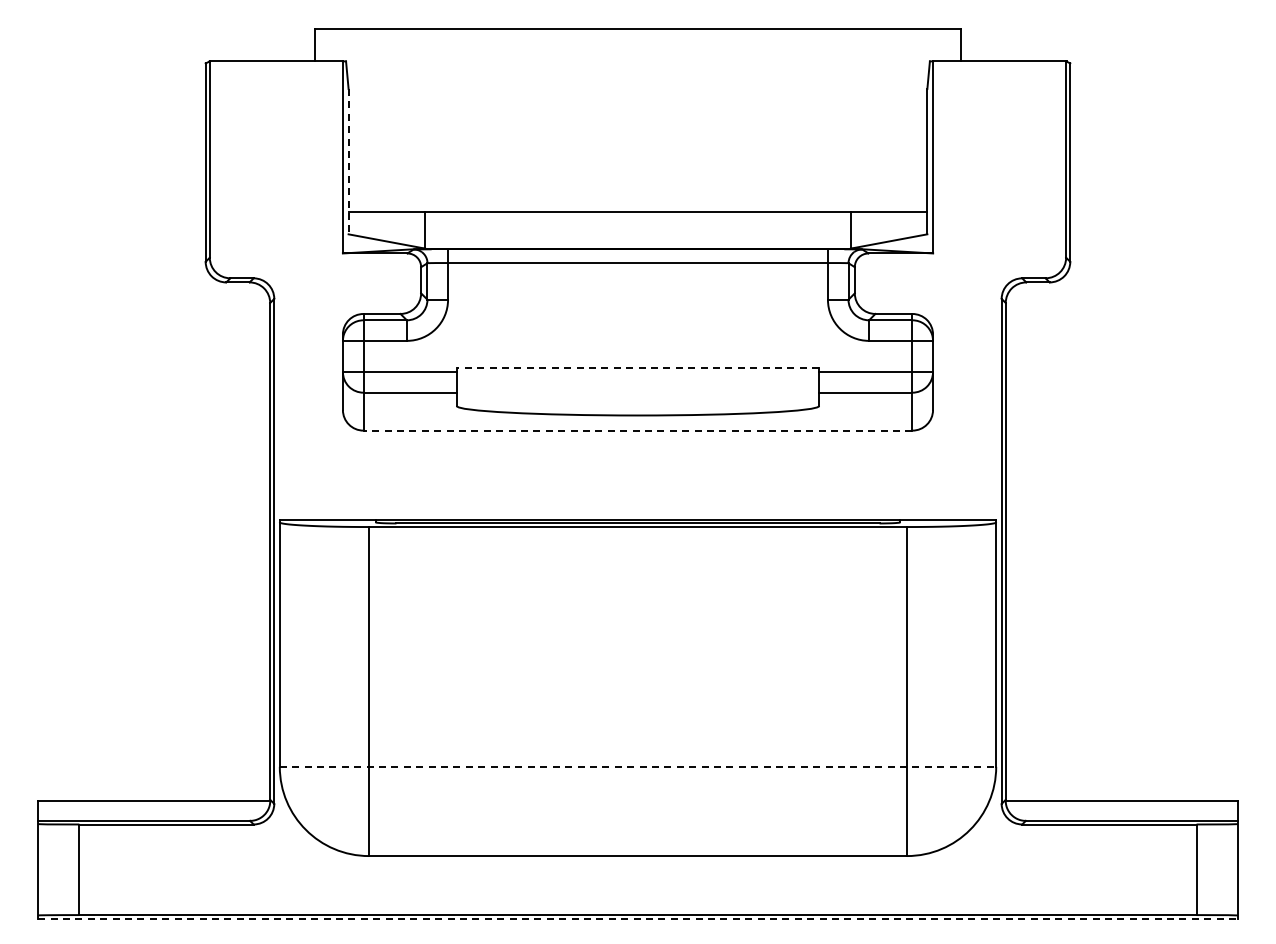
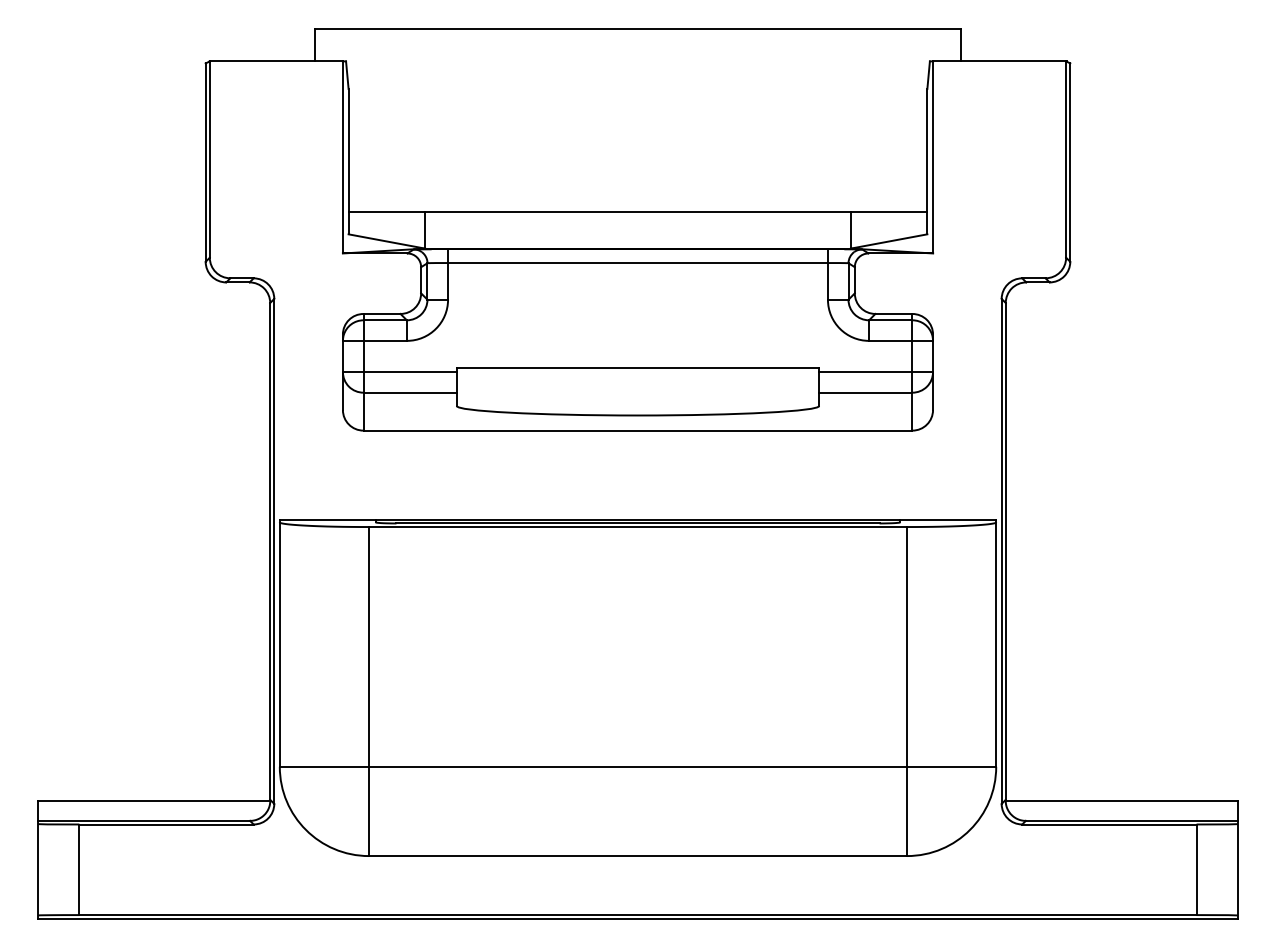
line at (348, 161): dashed -> solid
line at (637, 367): dashed -> solid
line at (637, 430): dashed -> solid
line at (638, 766): dashed -> solid
line at (637, 919): dashed -> solid
